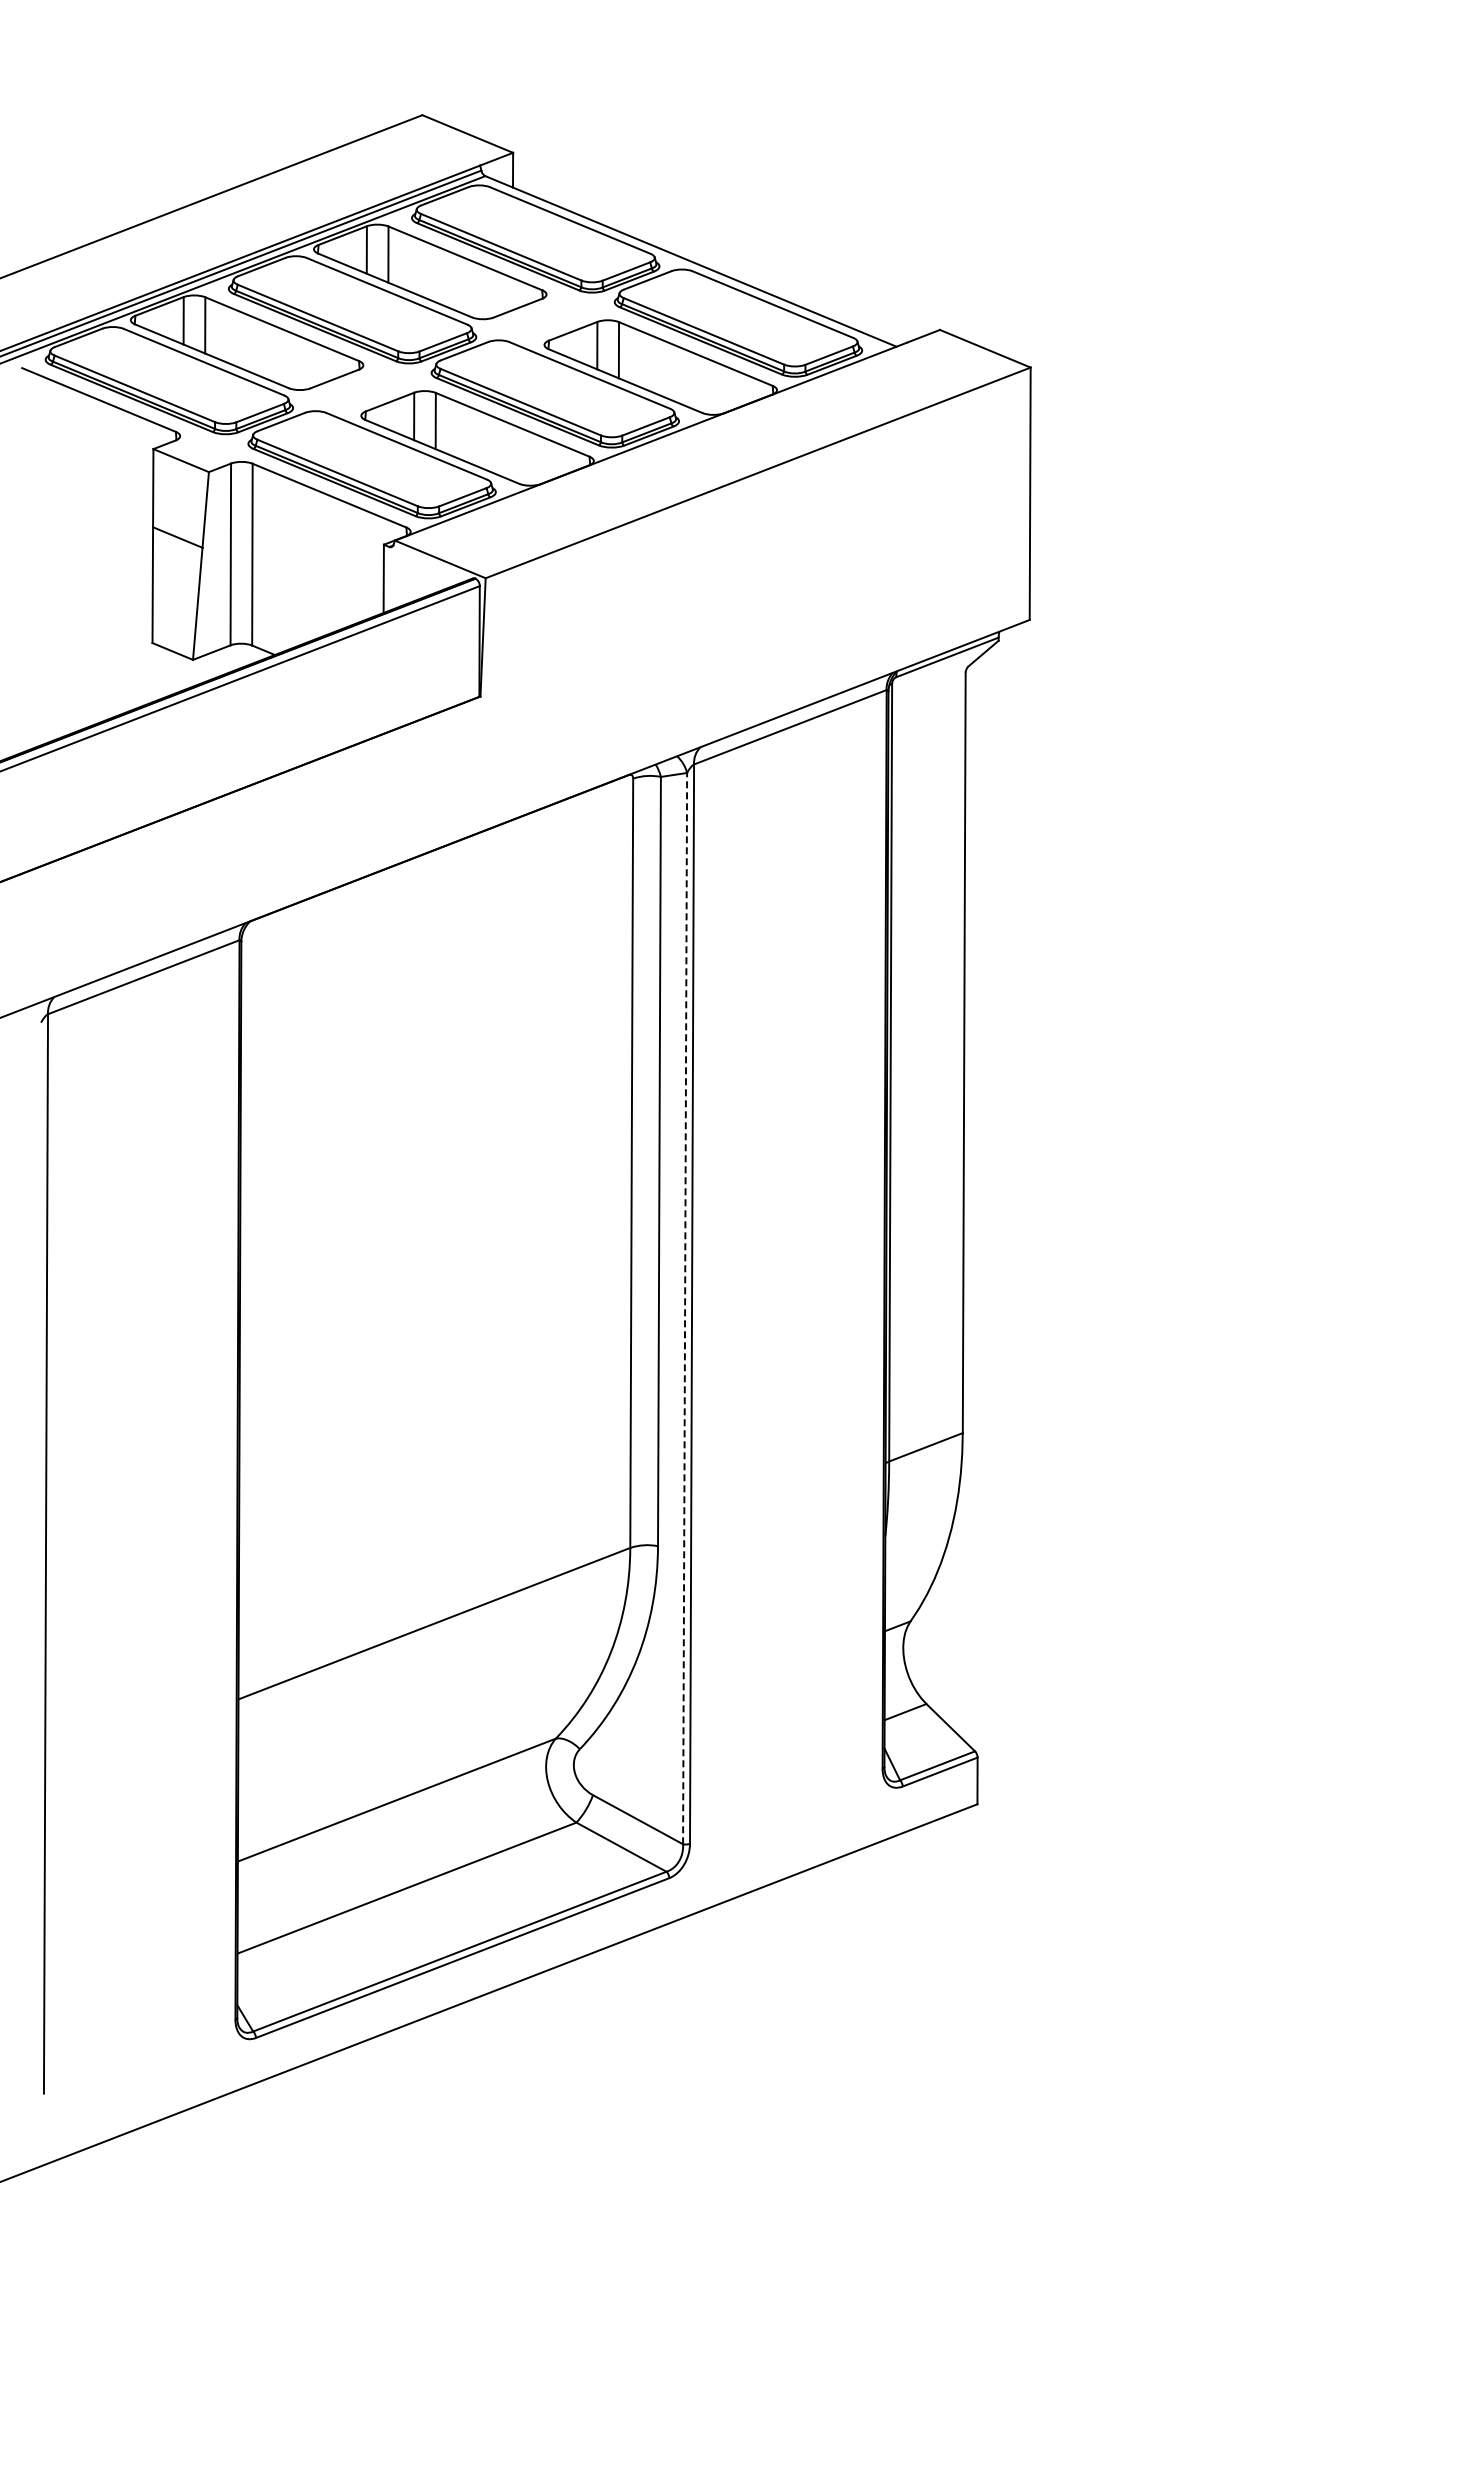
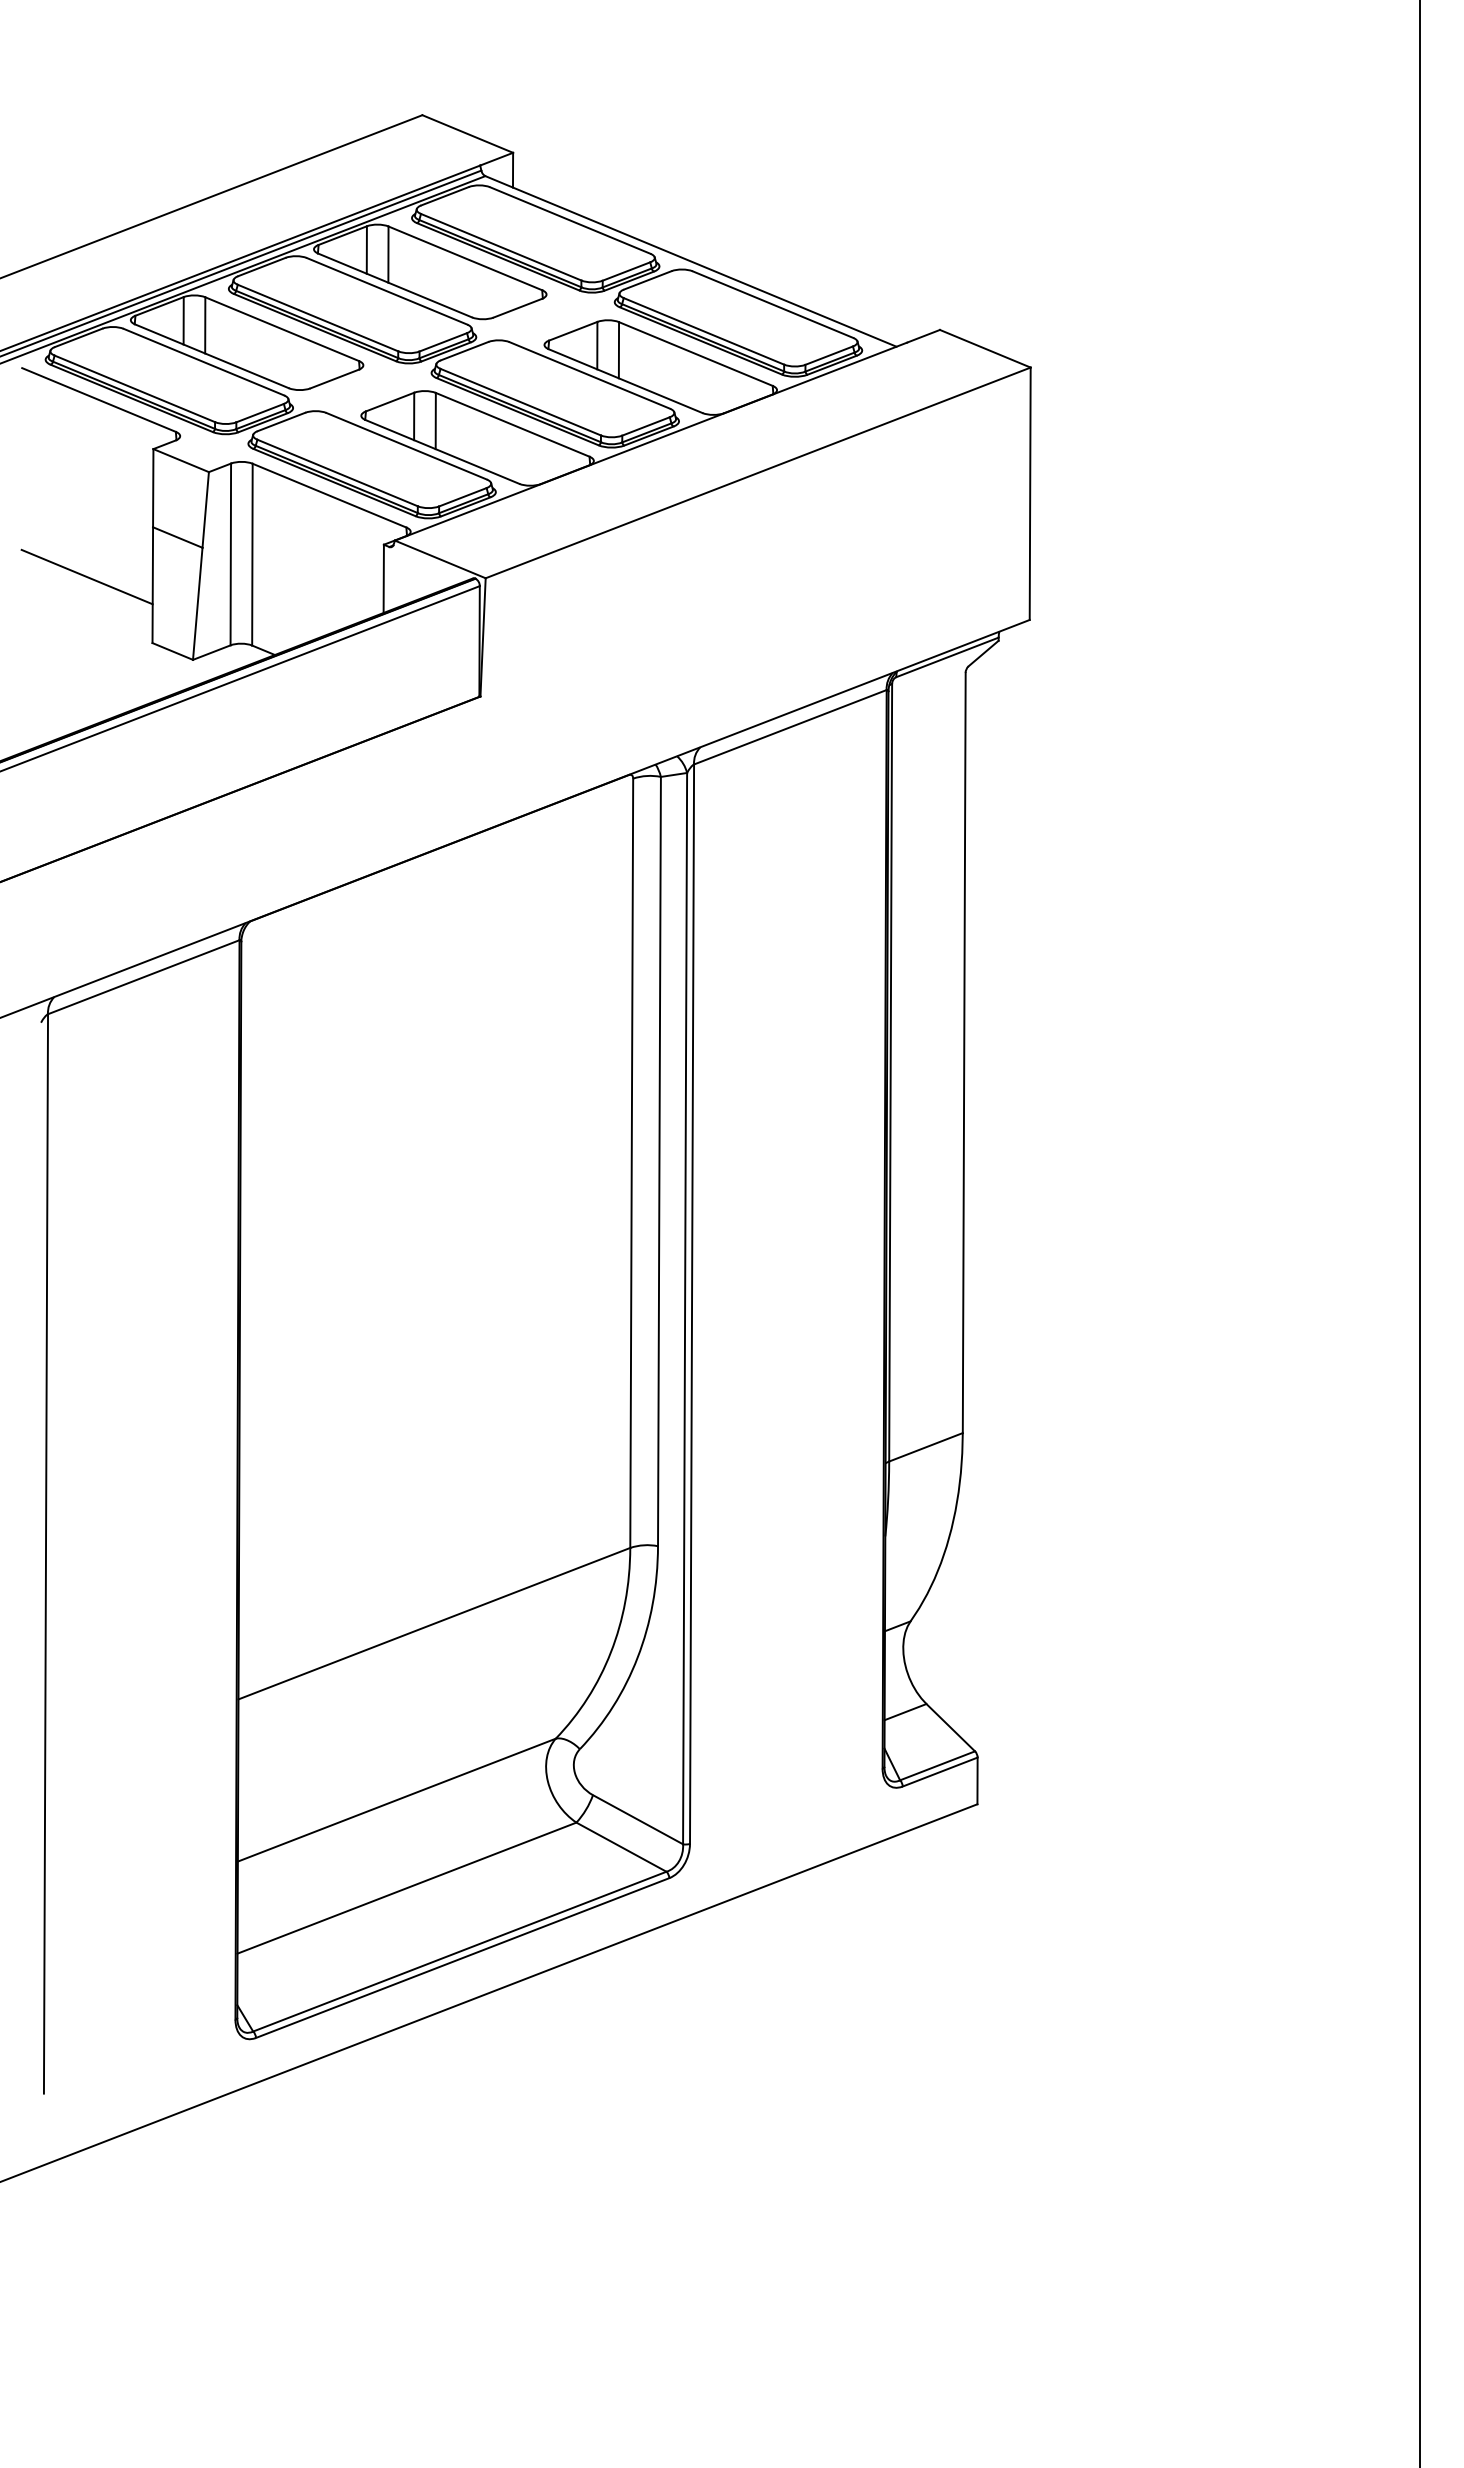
line at (86, 576): none -> present
line at (1420, 1233): none -> present
line at (685, 1308): dashed -> solid
